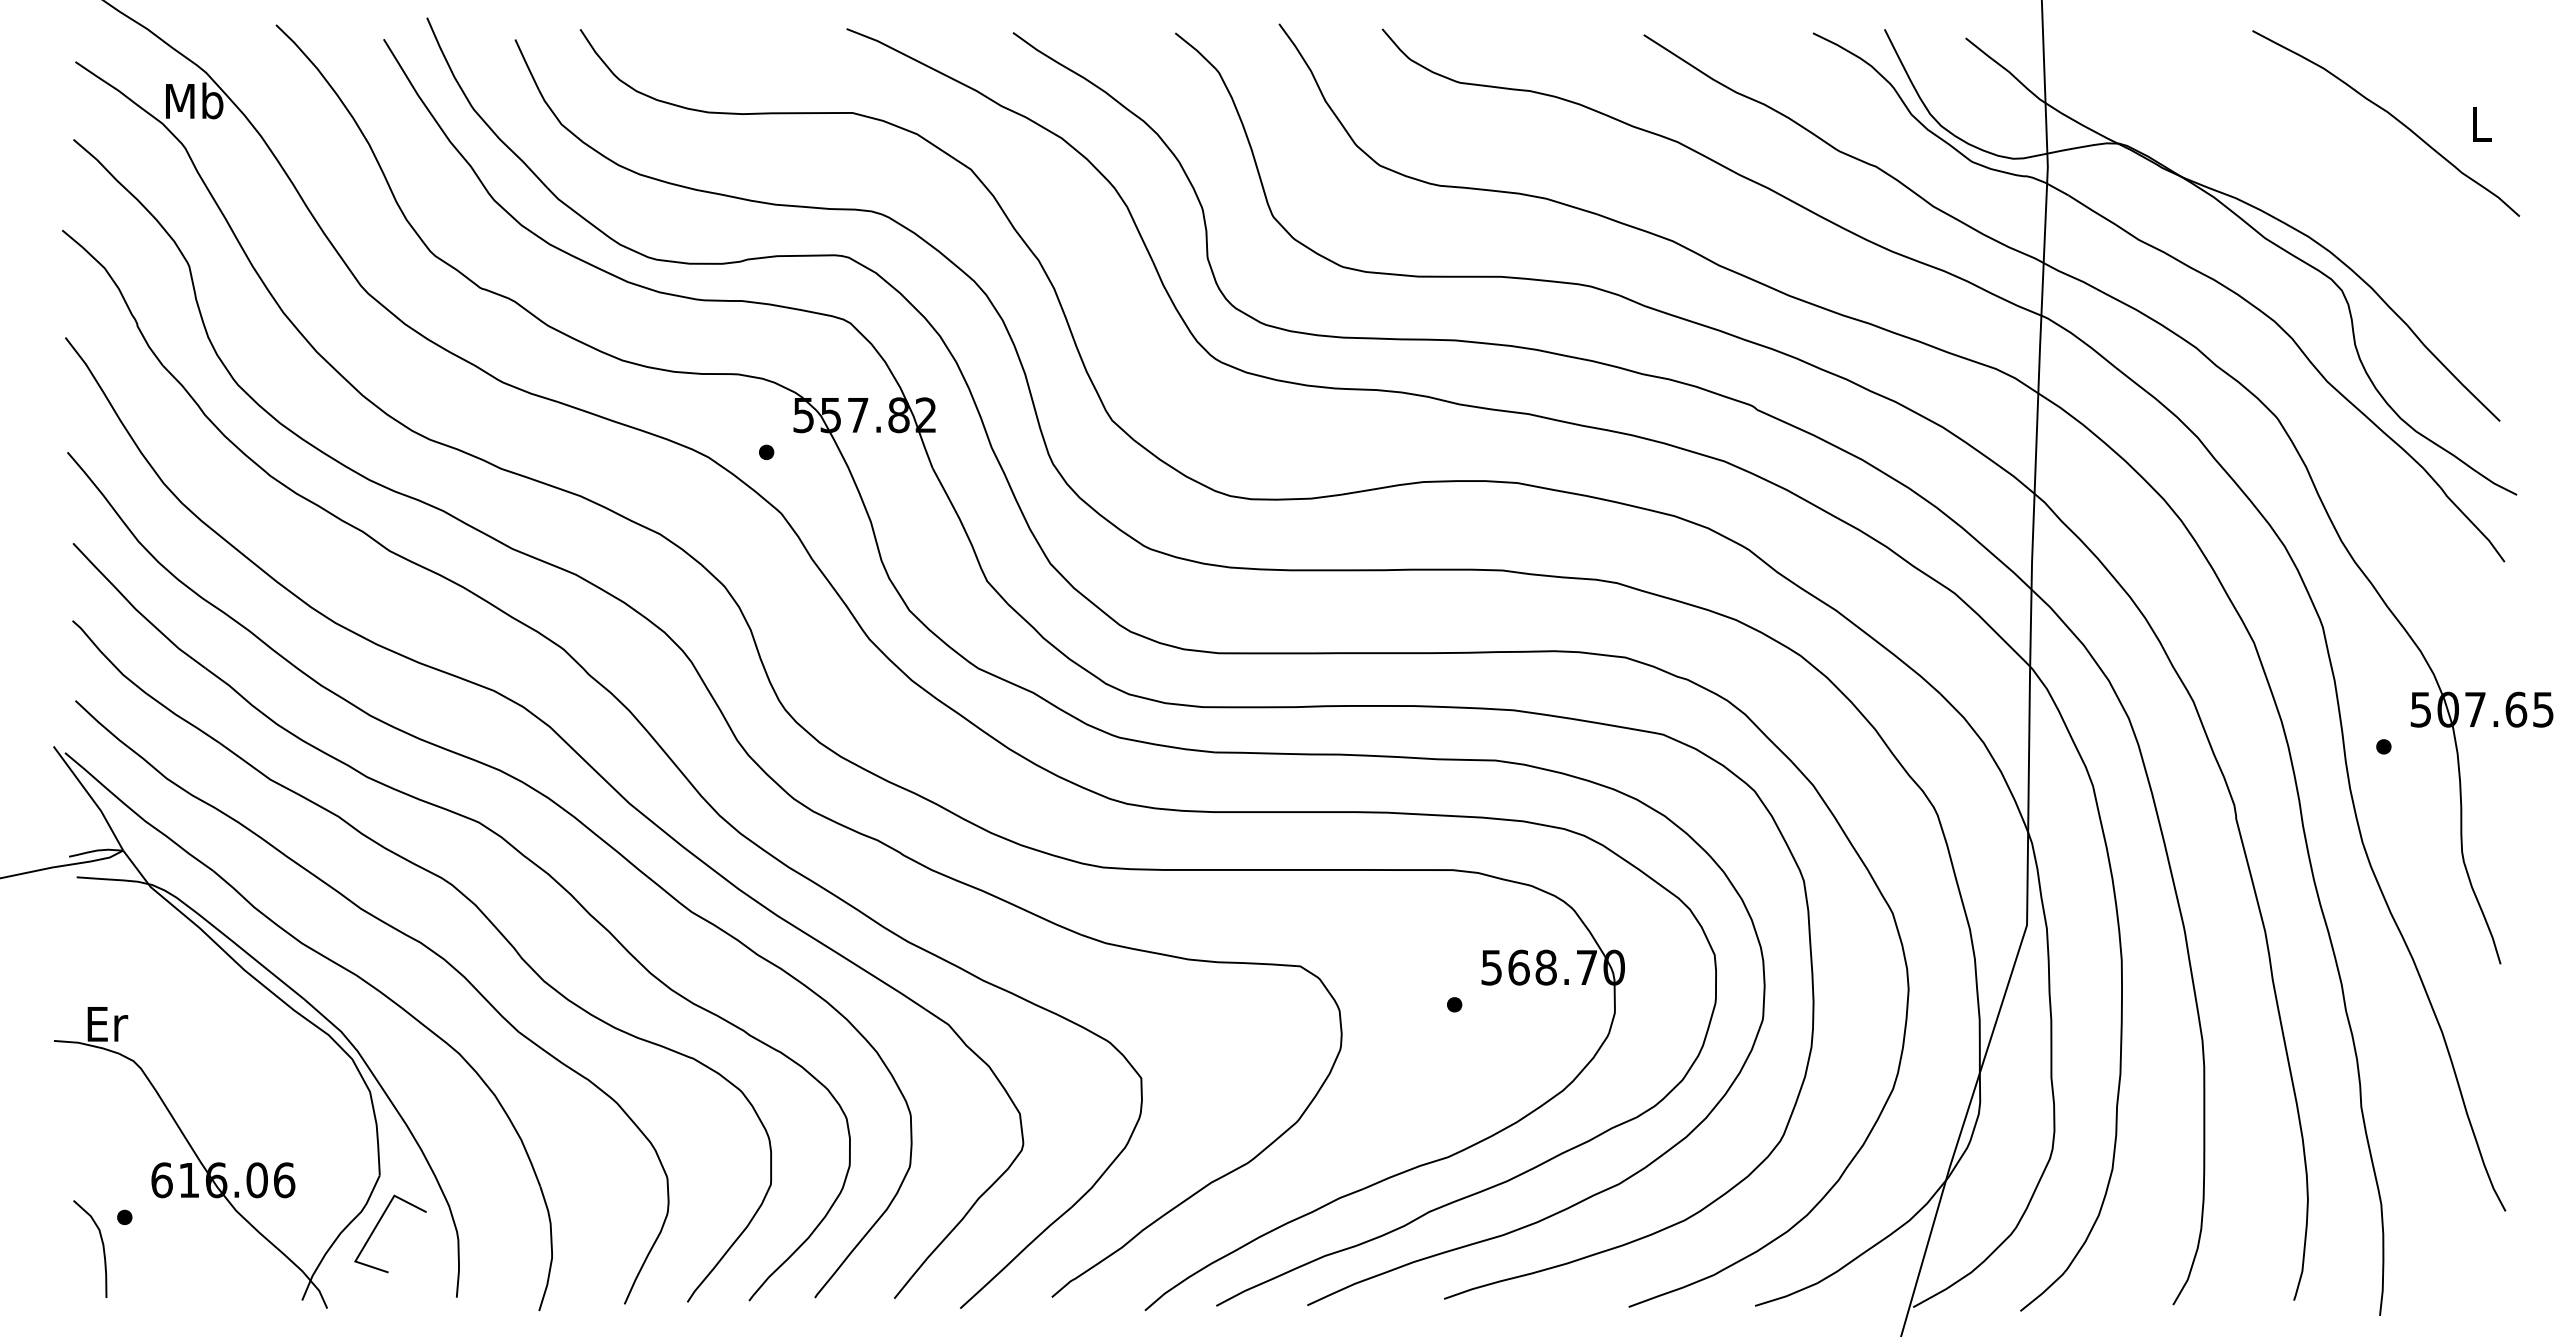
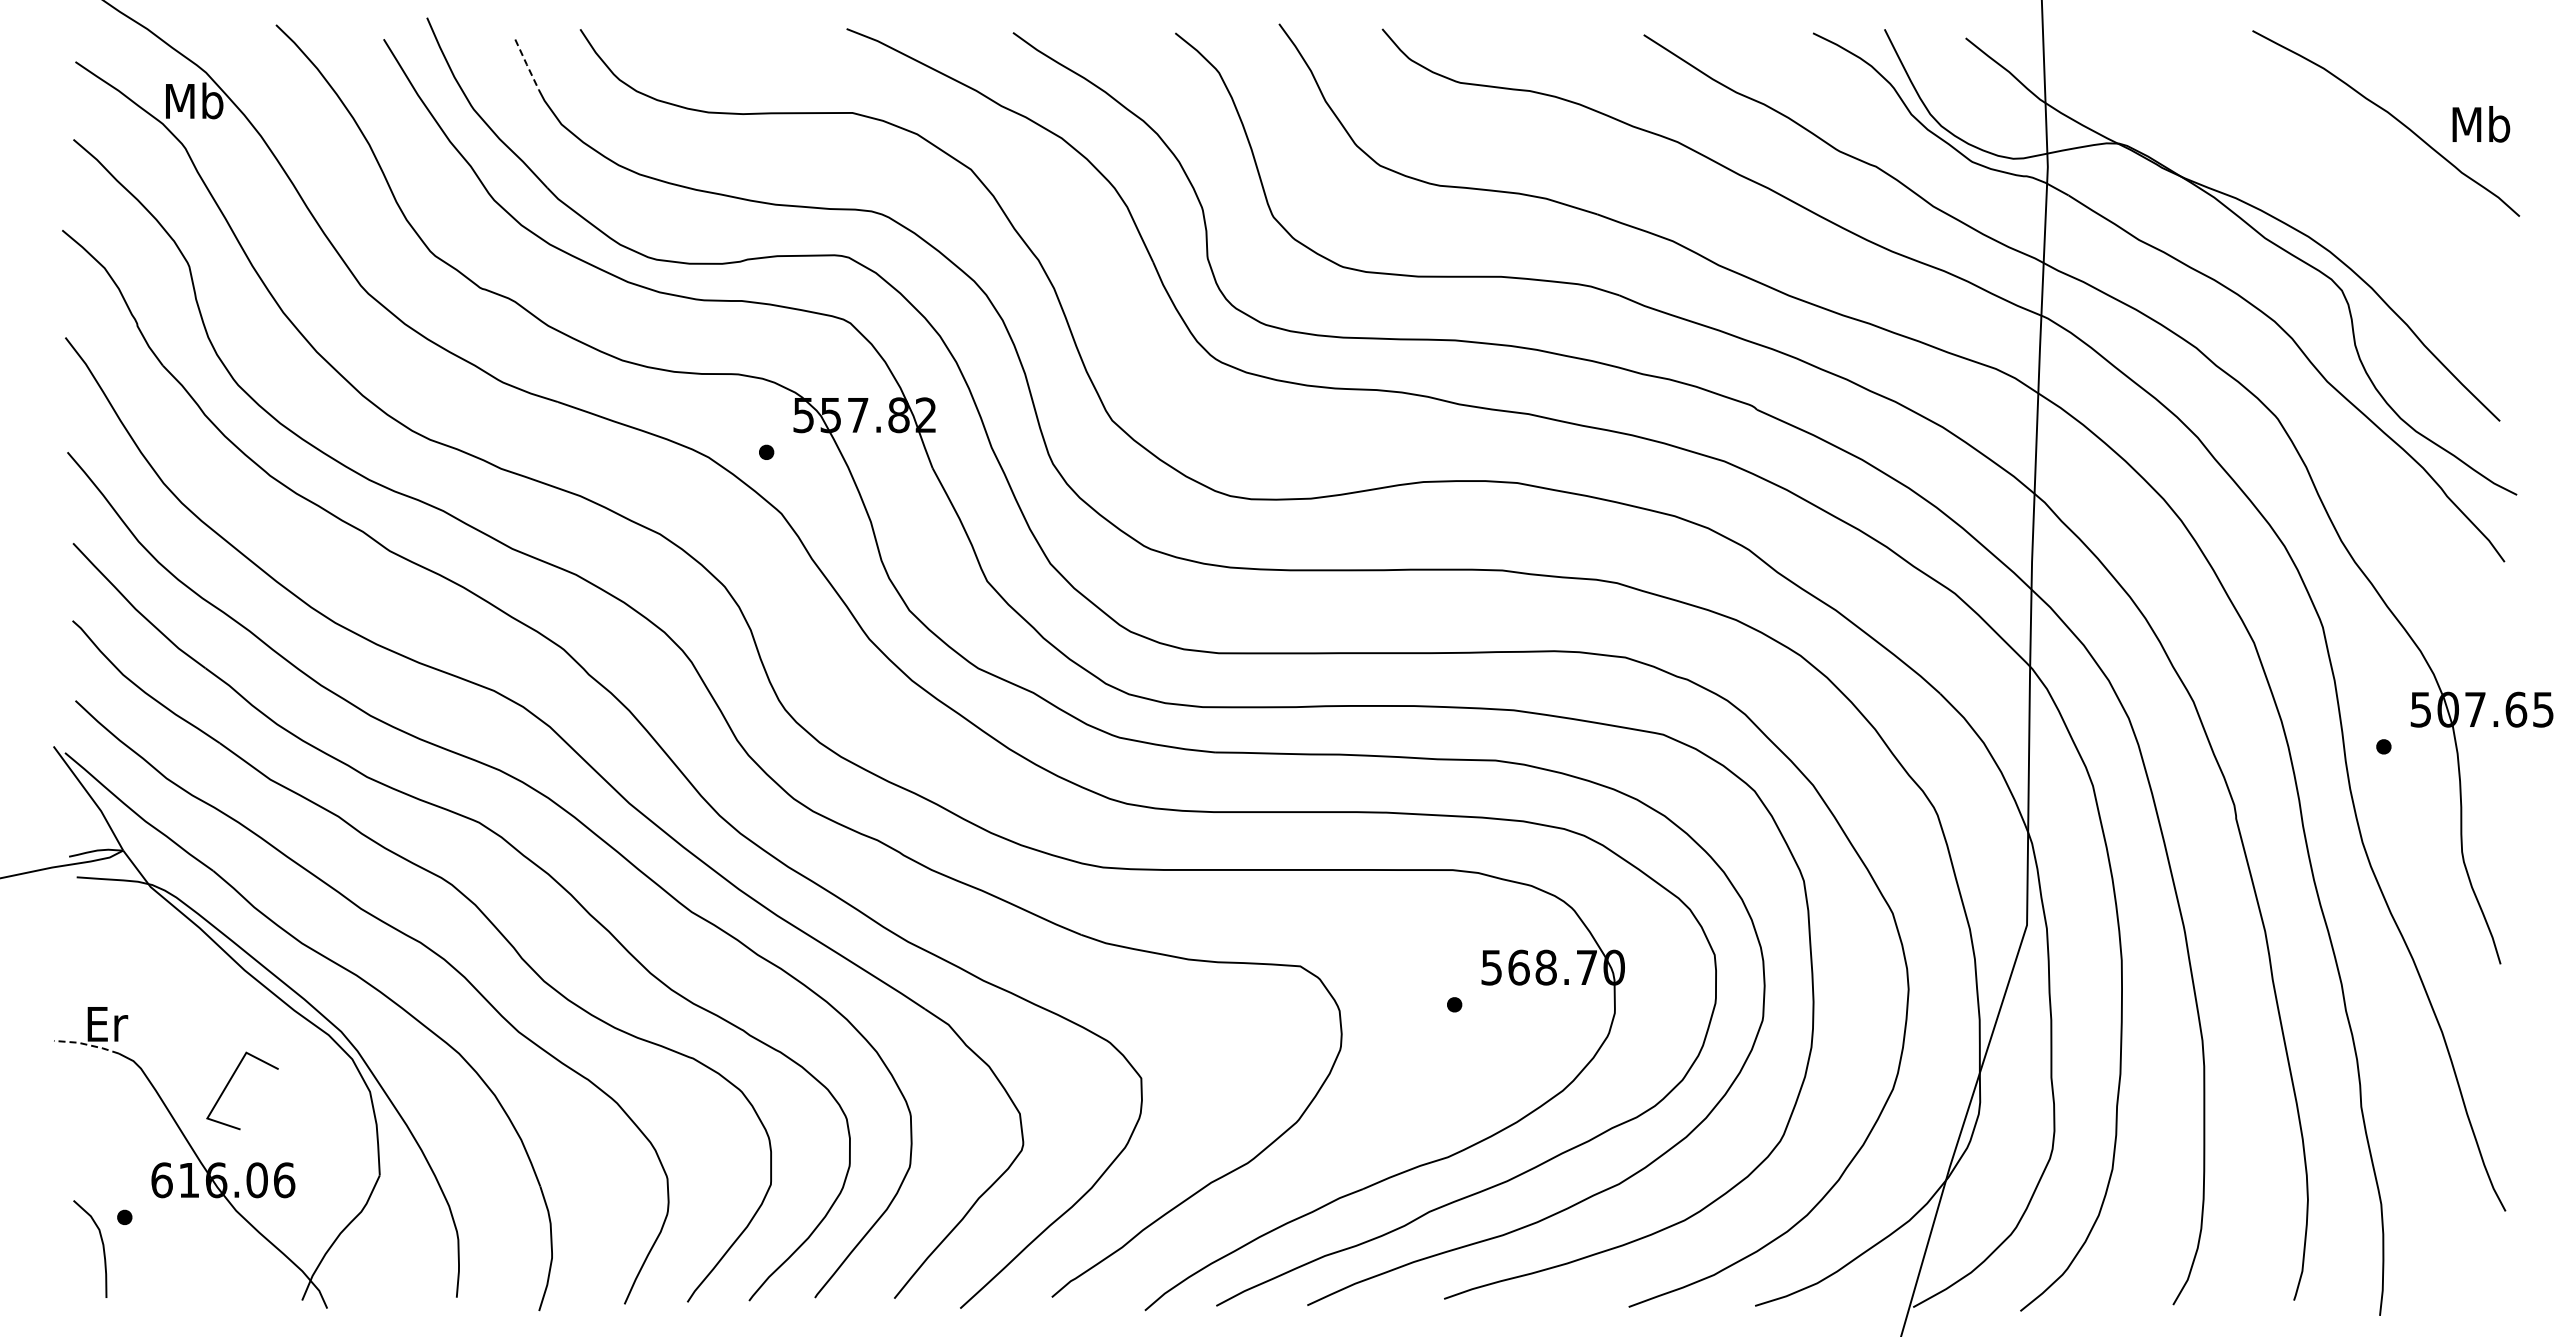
line at (526, 64): solid -> dashed
text at (2481, 124): L -> Mb
line at (86, 1044): solid -> dashed
line at (377, 1226) position: (377, 1226) -> (229, 1083)
